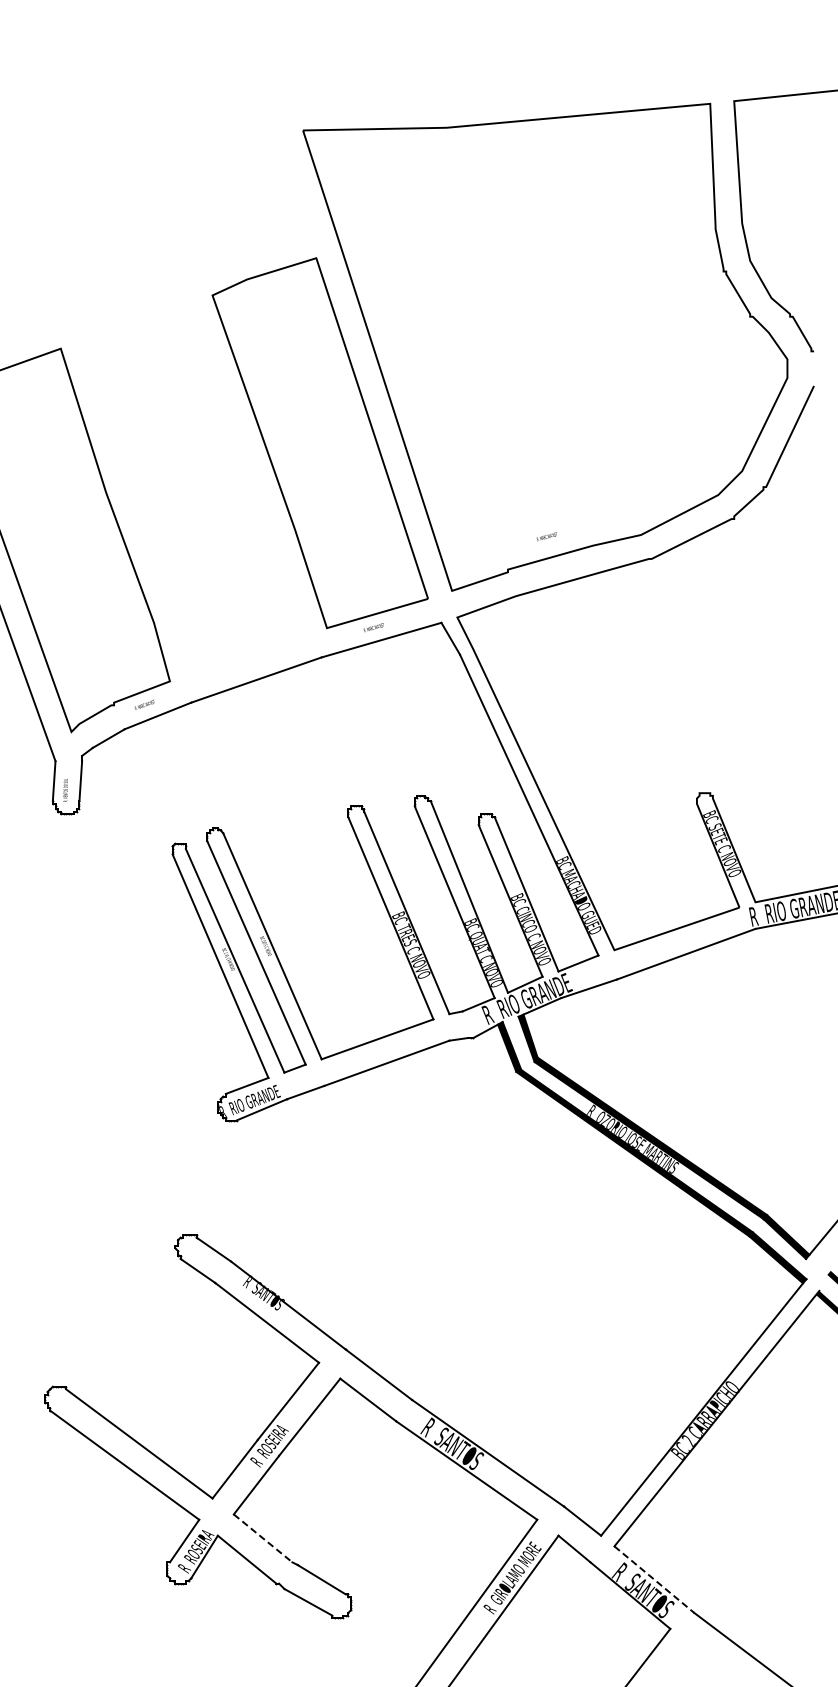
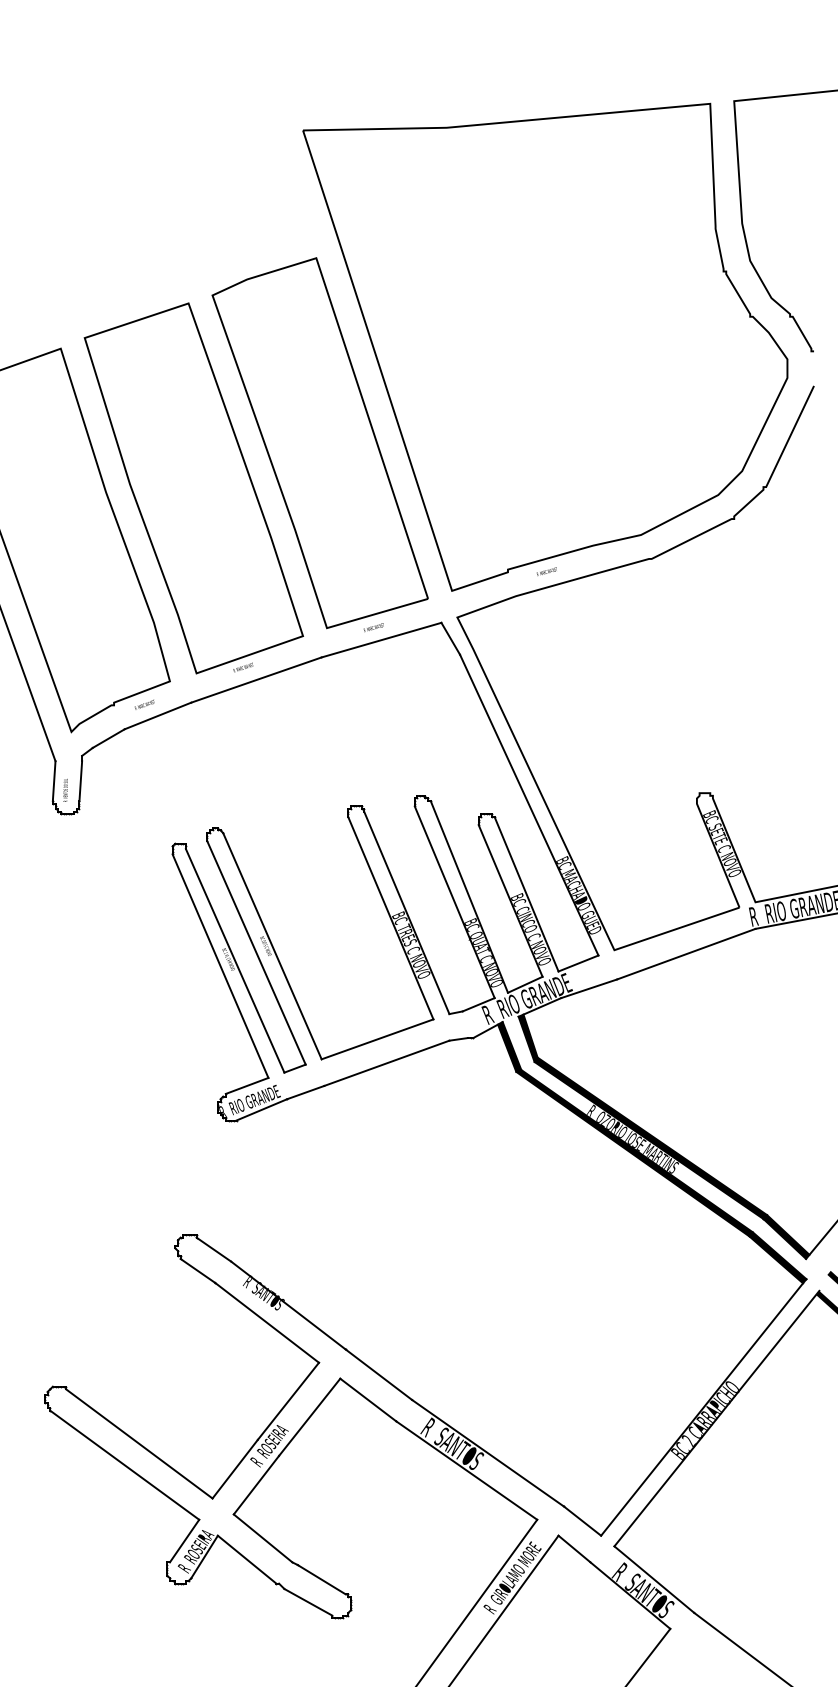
part at (193, 488): none -> present
text at (546, 536) position: (546, 536) -> (546, 571)
line at (263, 1538): dashed -> solid
line at (654, 1579): dashed -> solid
